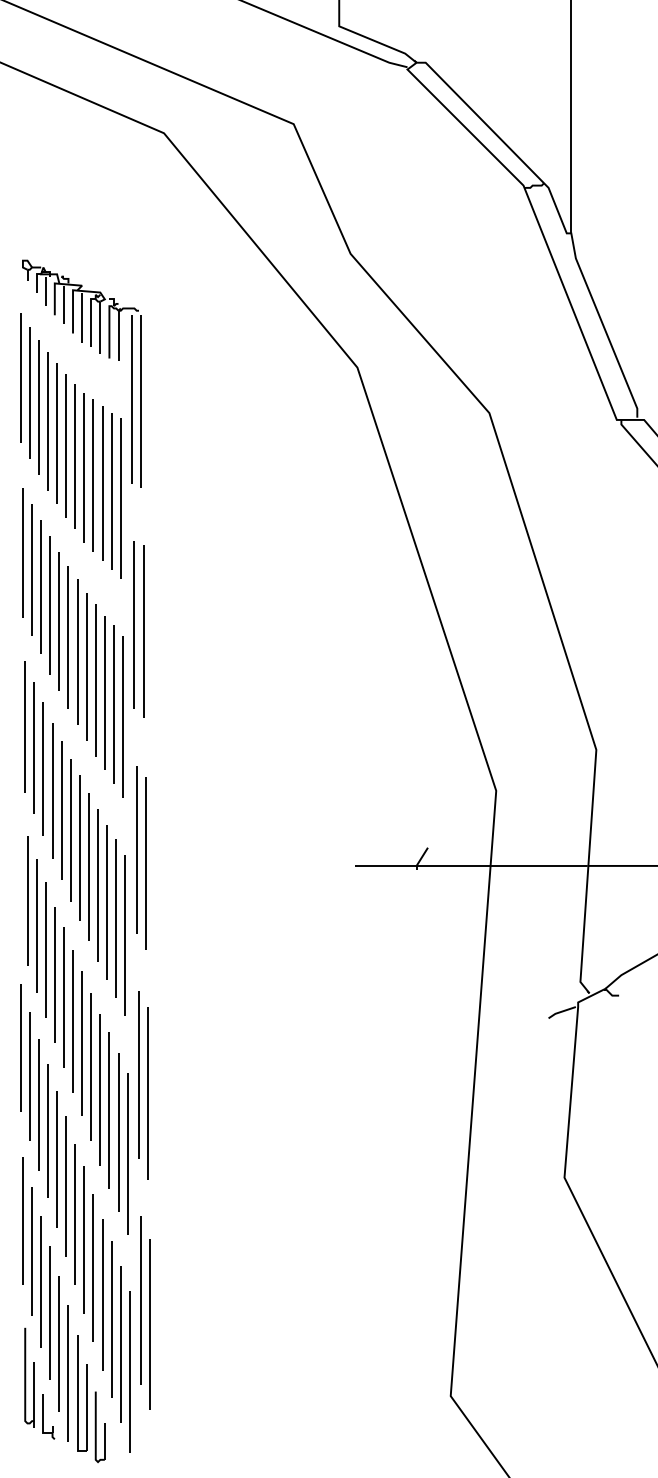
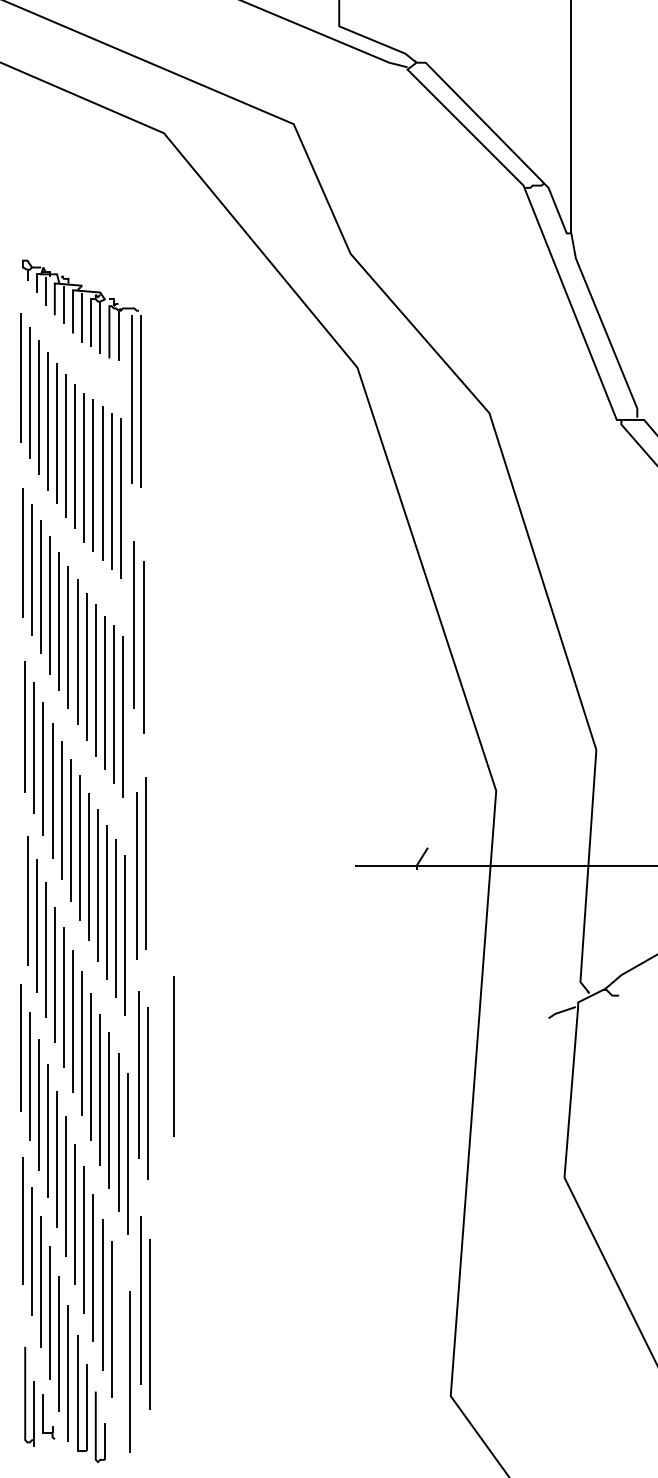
line at (143, 631) position: (143, 631) -> (143, 647)
line at (136, 849) position: (136, 849) -> (136, 875)
line at (173, 1056): none -> present
line at (120, 1344): present -> none
part at (29, 1377) position: (29, 1377) -> (29, 1396)
